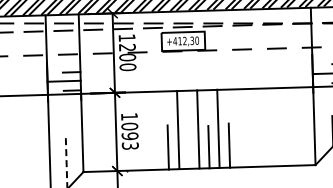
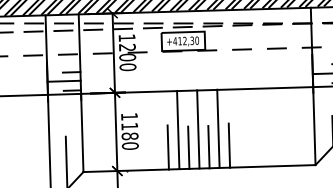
text at (129, 135): 1093 -> 1180
line at (188, 147): none -> present
line at (66, 161): dashed -> solid
